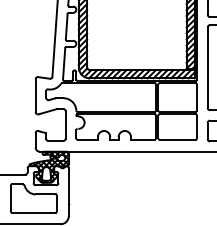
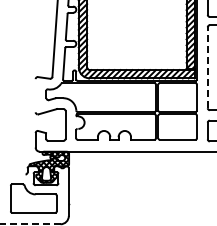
line at (207, 67): solid -> dashed
line at (35, 95): present -> none
line at (13, 174): present -> none
line at (30, 224): solid -> dashed
